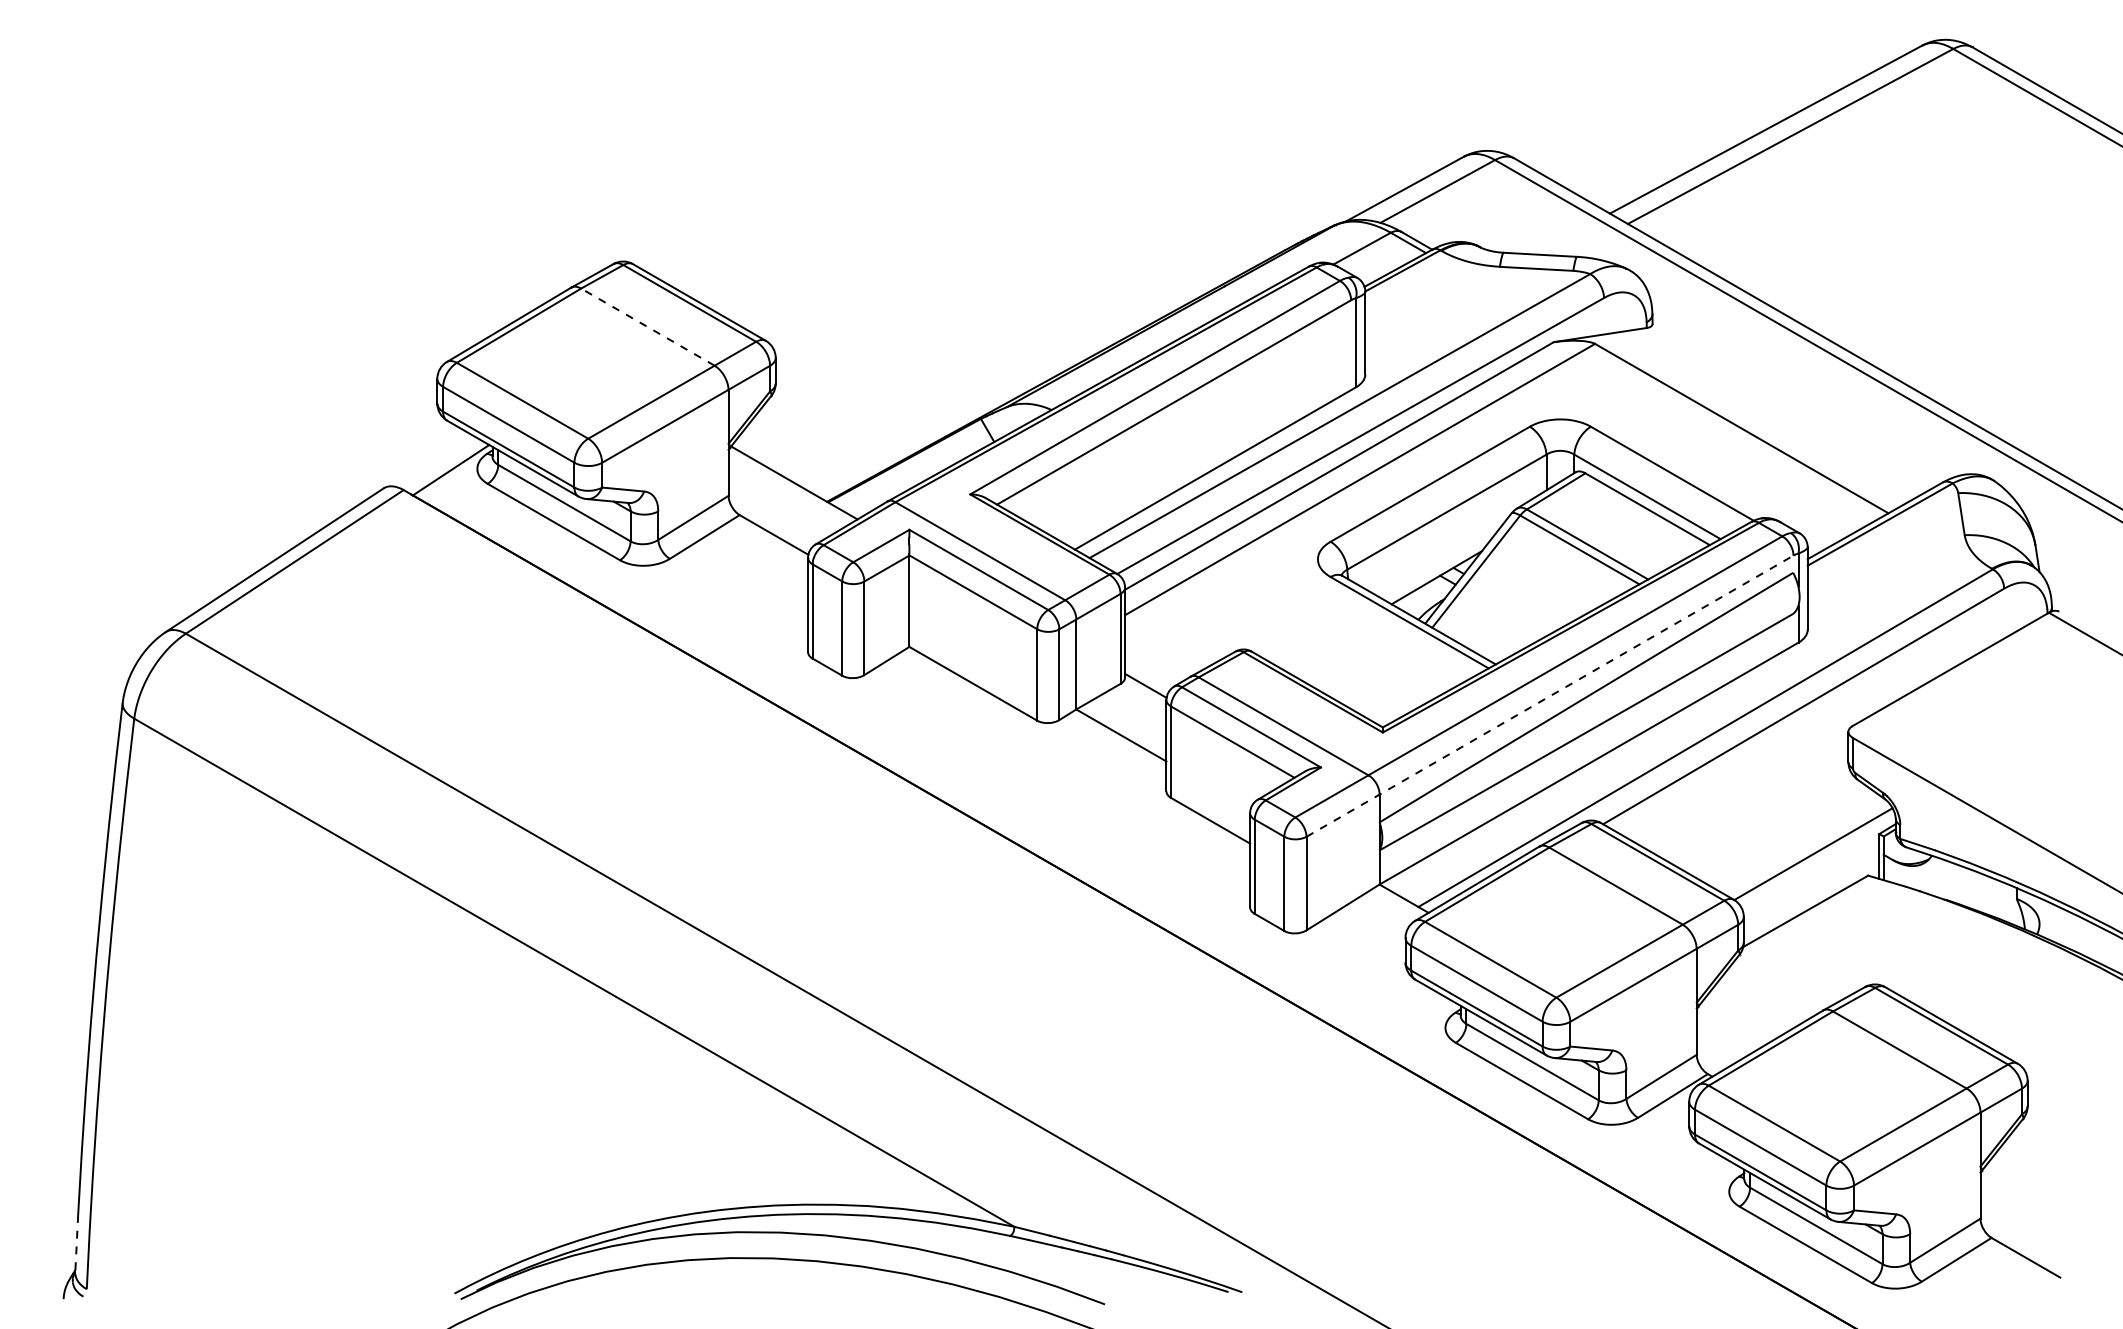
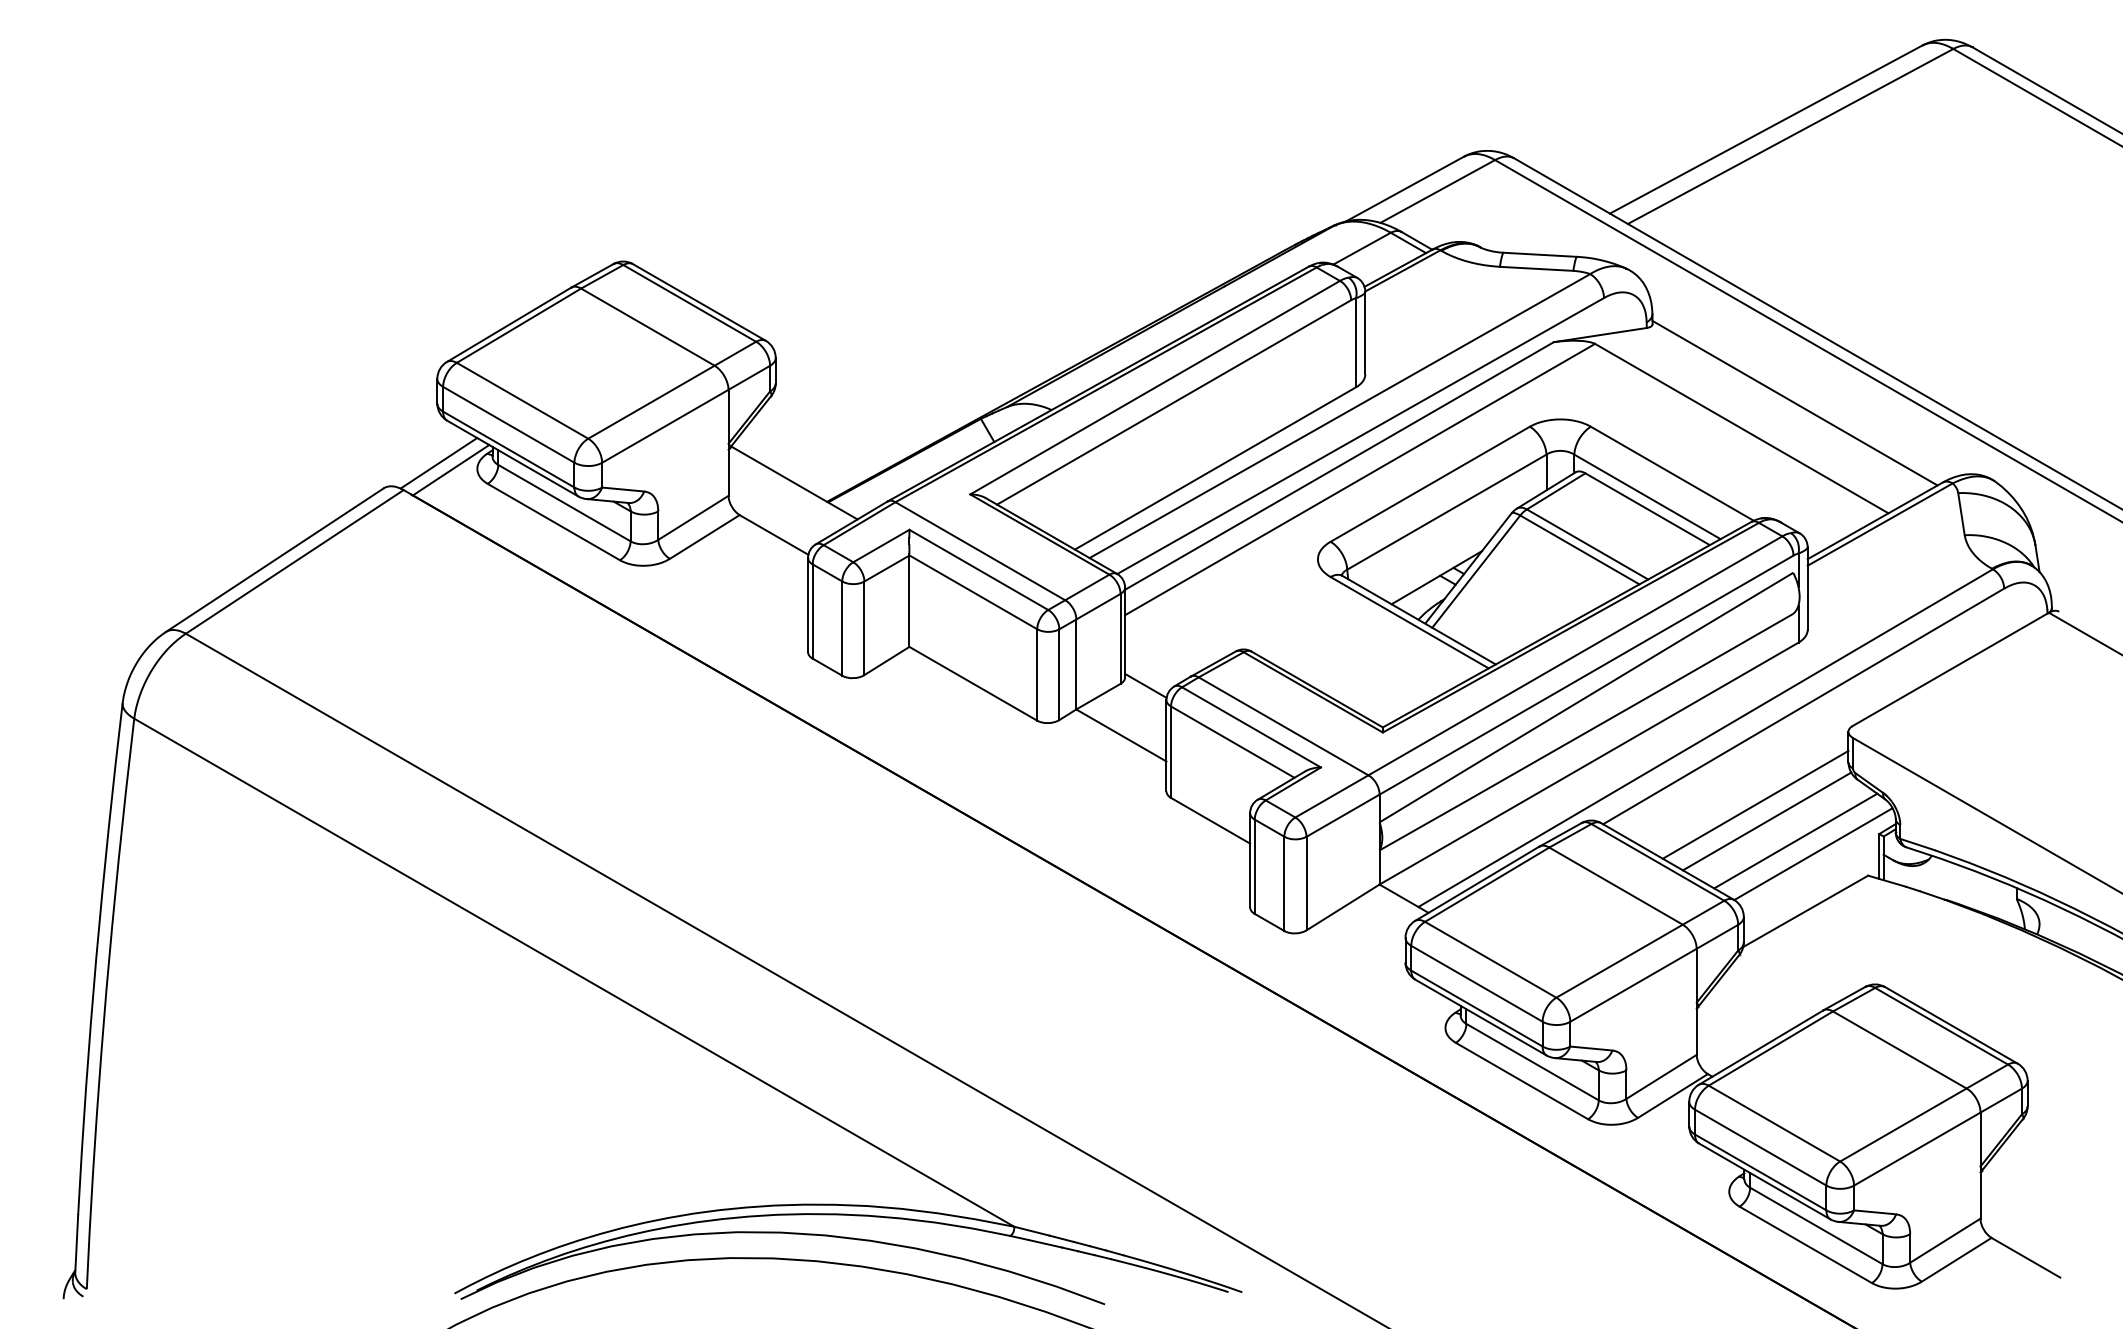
line at (647, 326): dashed -> solid
line at (1794, 402): none -> present
line at (438, 463): none -> present
line at (1550, 695): dashed -> solid
line at (1755, 804): none -> present
line at (1766, 821): none -> present
line at (1795, 840): none -> present
line at (76, 1243): dashed -> solid
